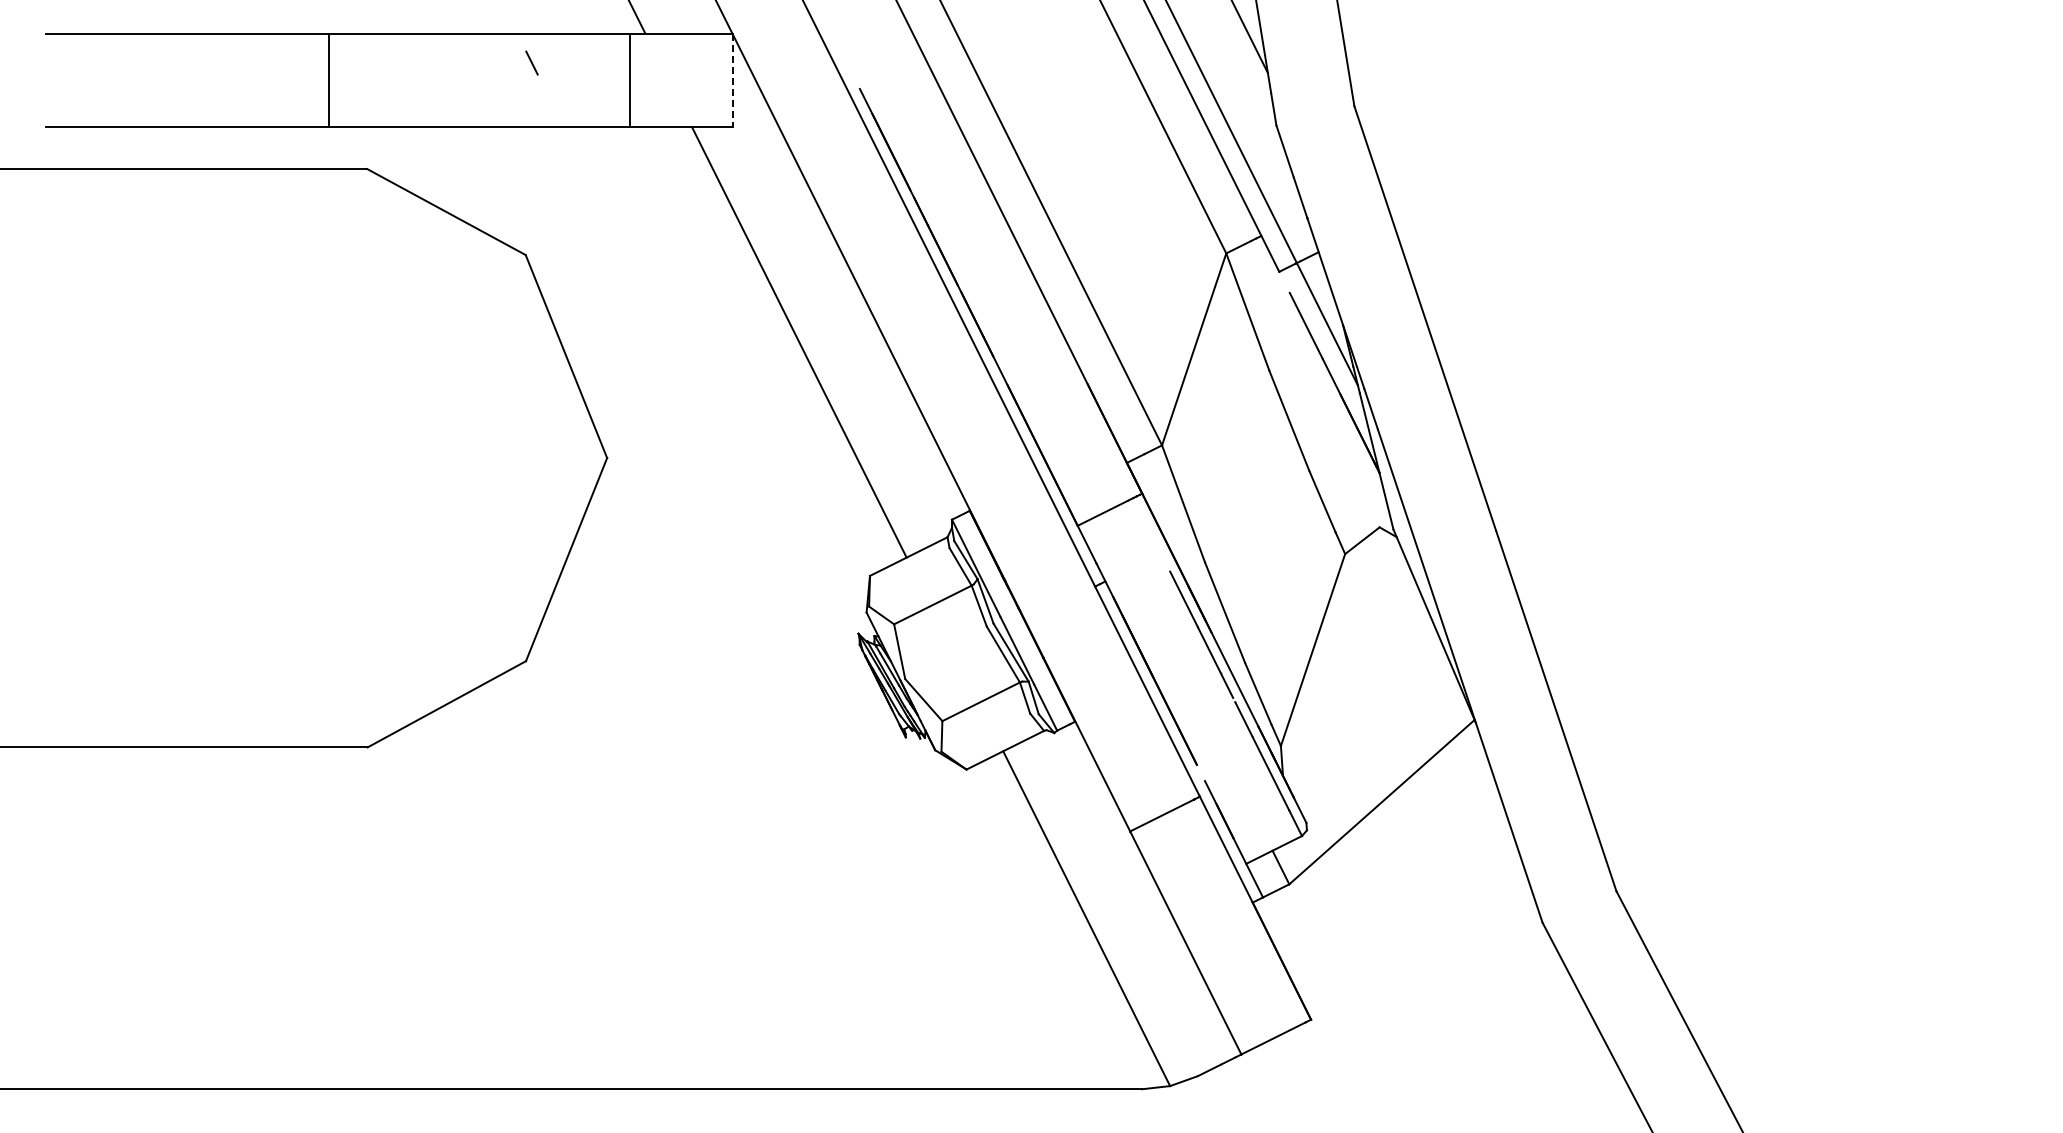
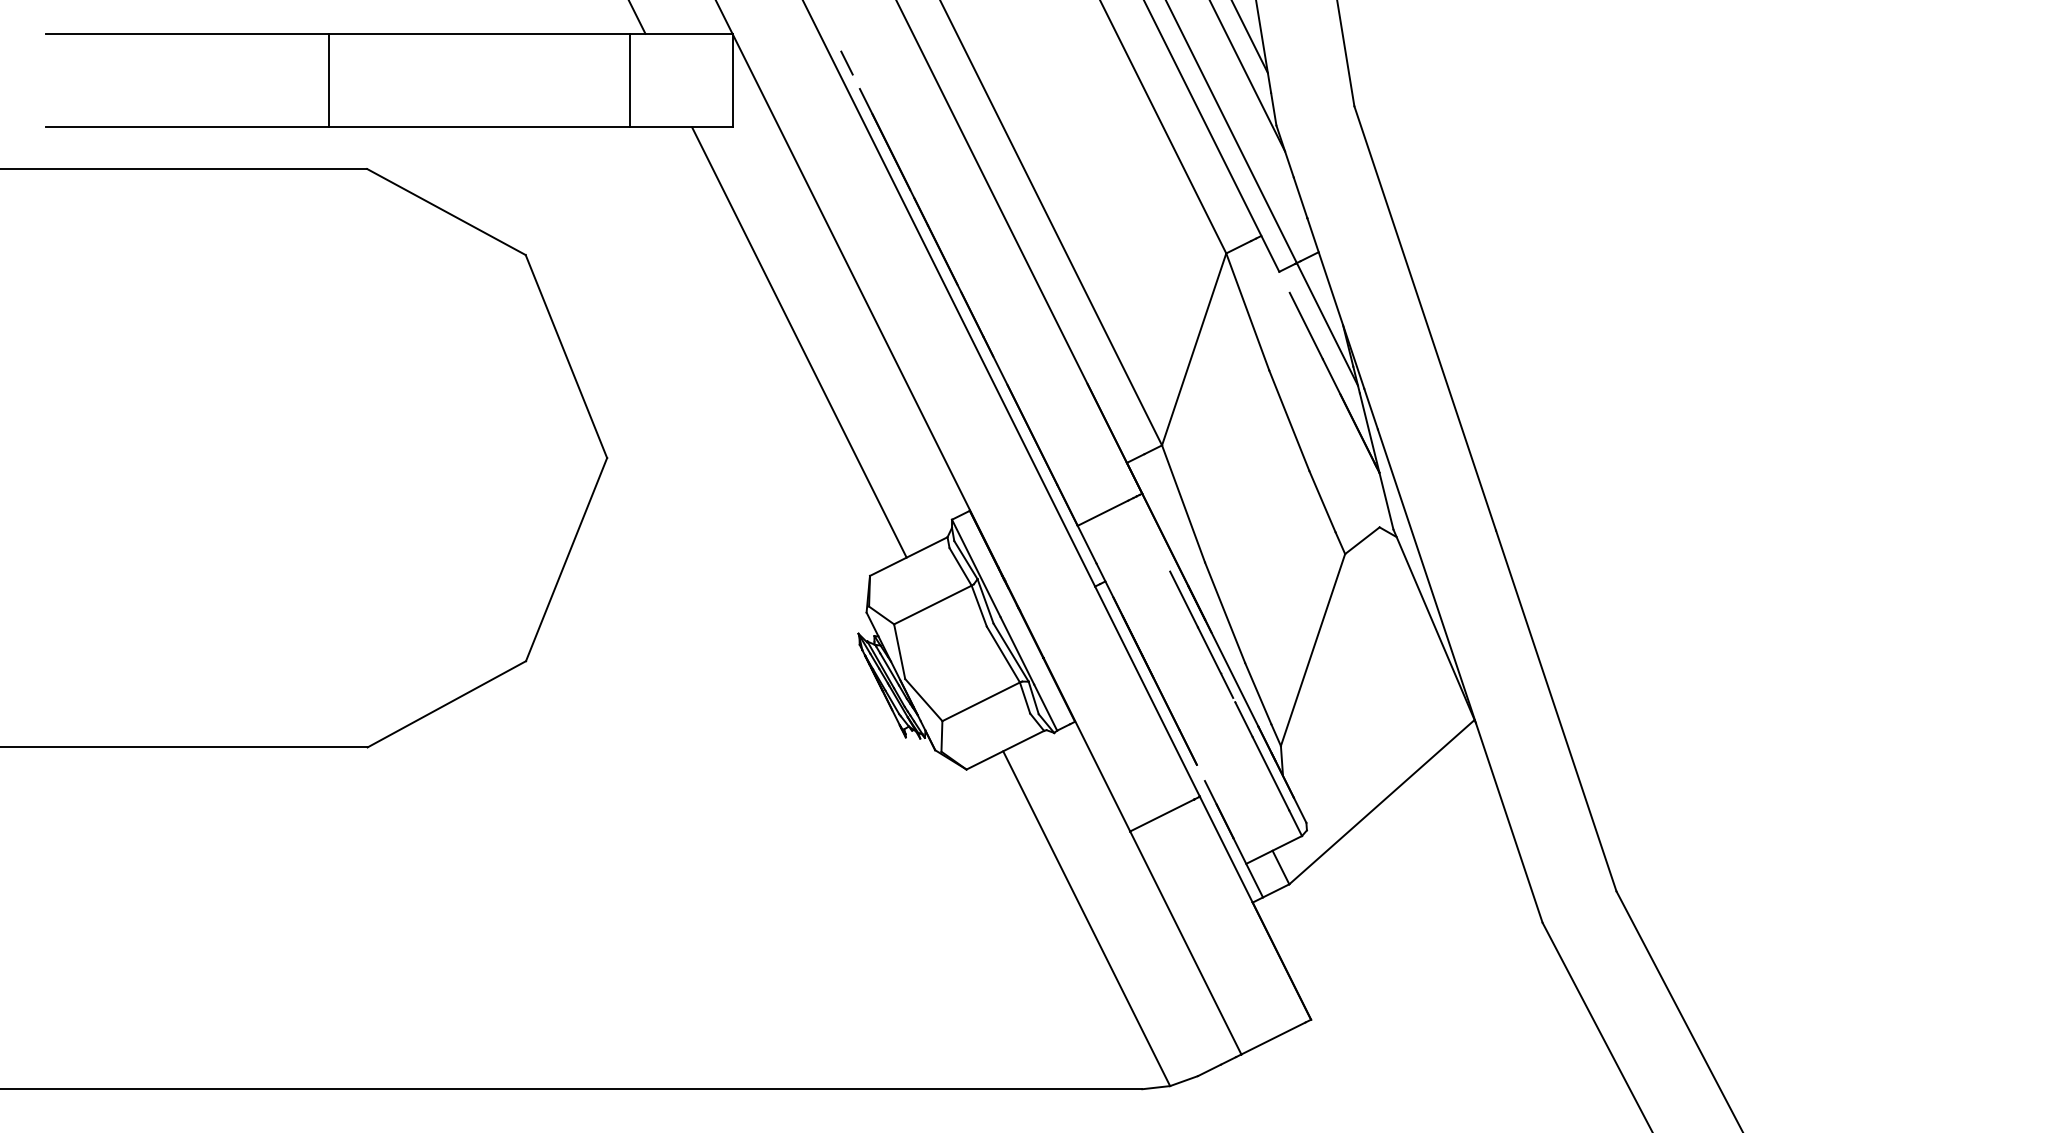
line at (531, 62) position: (531, 62) -> (846, 62)
line at (1247, 76): none -> present
line at (732, 80): dashed -> solid
